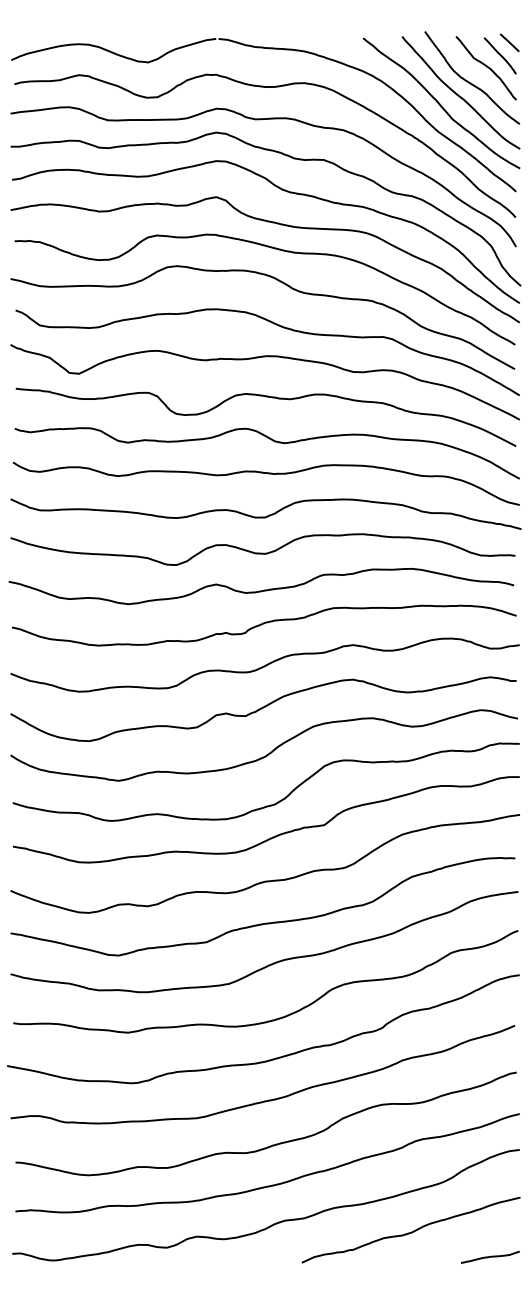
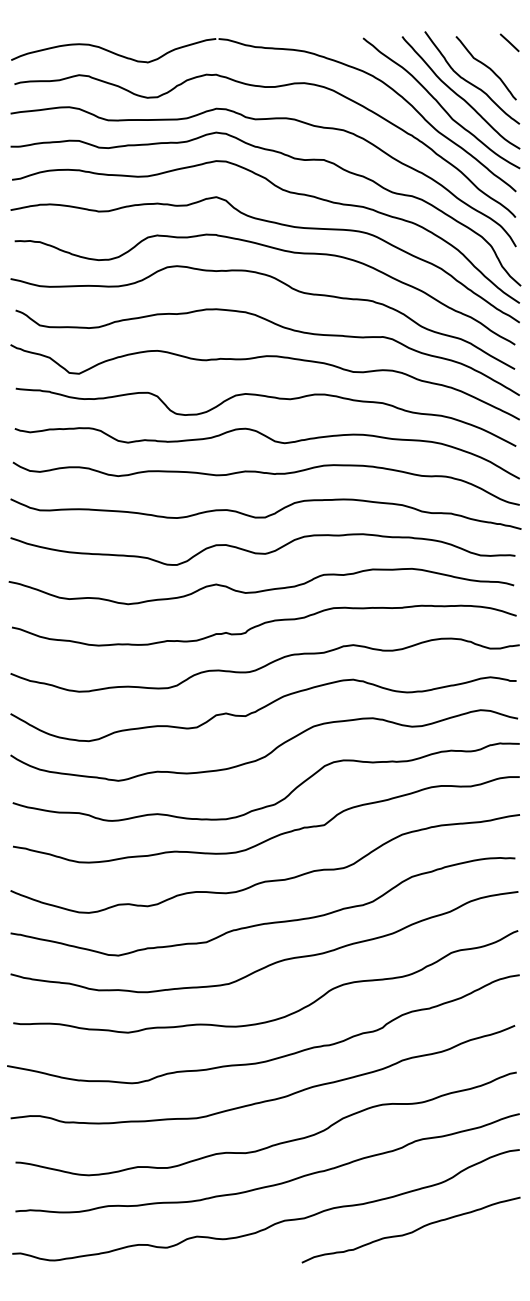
curve at (499, 55): present -> none
curve at (490, 1256): present -> none
